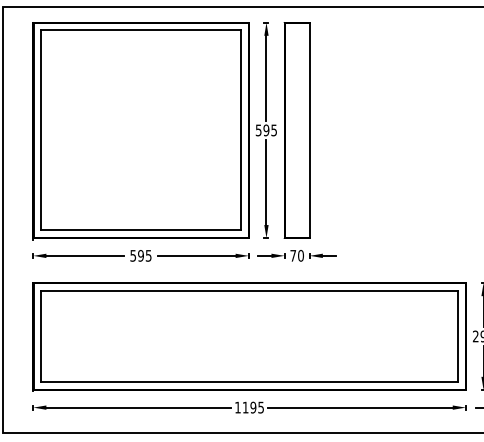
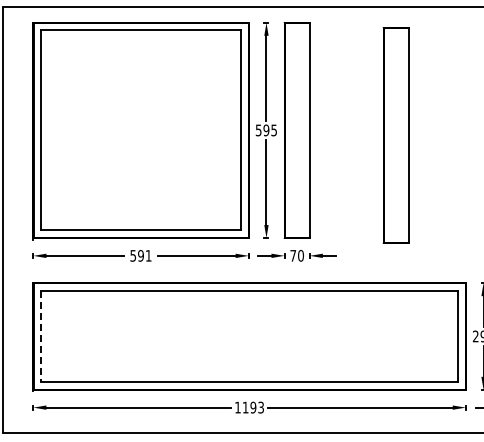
part at (395, 135): none -> present
text at (148, 255): 595 -> 591
line at (40, 336): solid -> dashed
text at (260, 406): 1195 -> 1193
